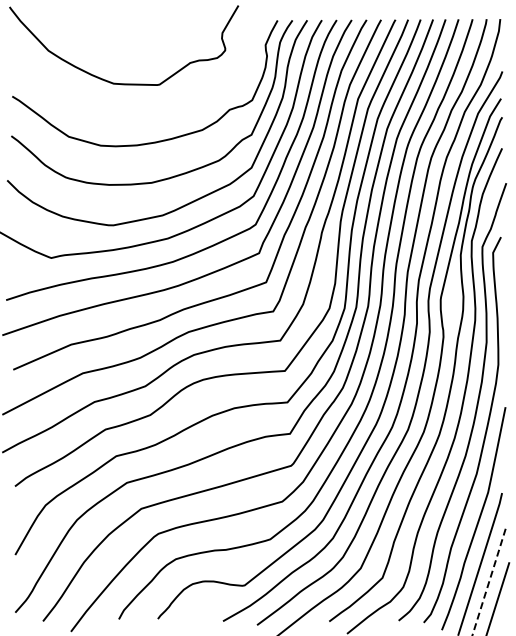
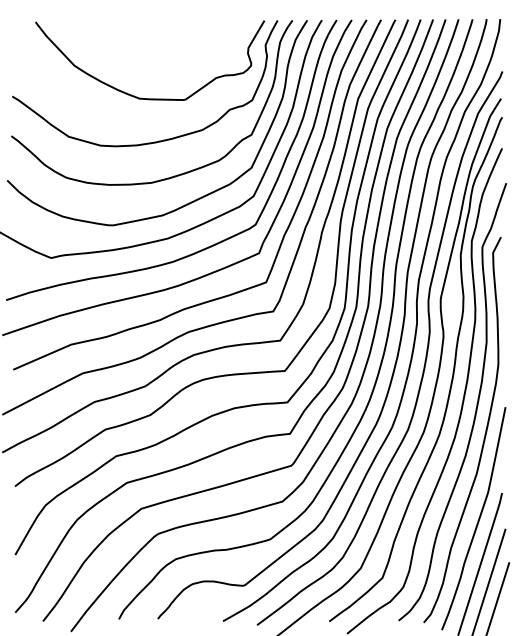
curve at (124, 83) position: (124, 83) -> (150, 98)
line at (489, 581): dashed -> solid
